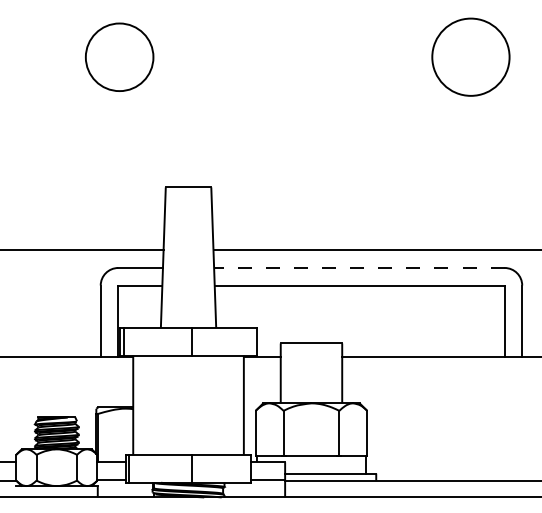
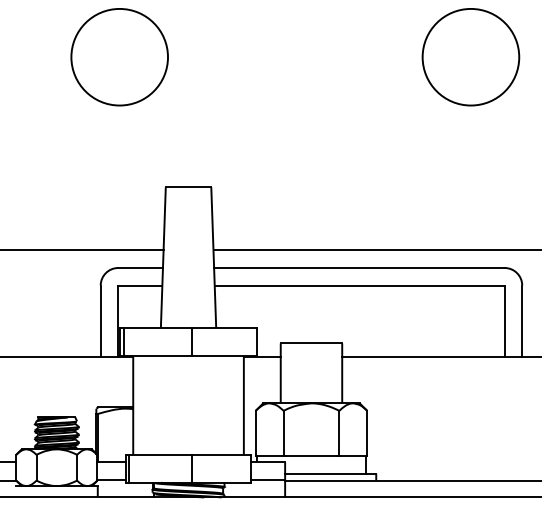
circle at (119, 56) size: 70x70 px -> 99x99 px
circle at (470, 56) diameter: 77 px -> 97 px
line at (358, 267): dashed -> solid
